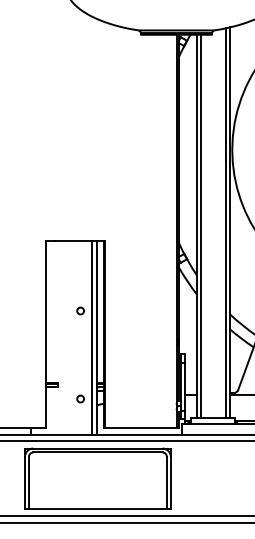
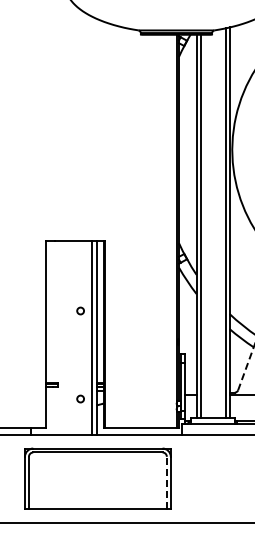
line at (246, 367): solid -> dashed
line at (126, 441): present -> none
line at (166, 482): solid -> dashed
line at (126, 516): present -> none
